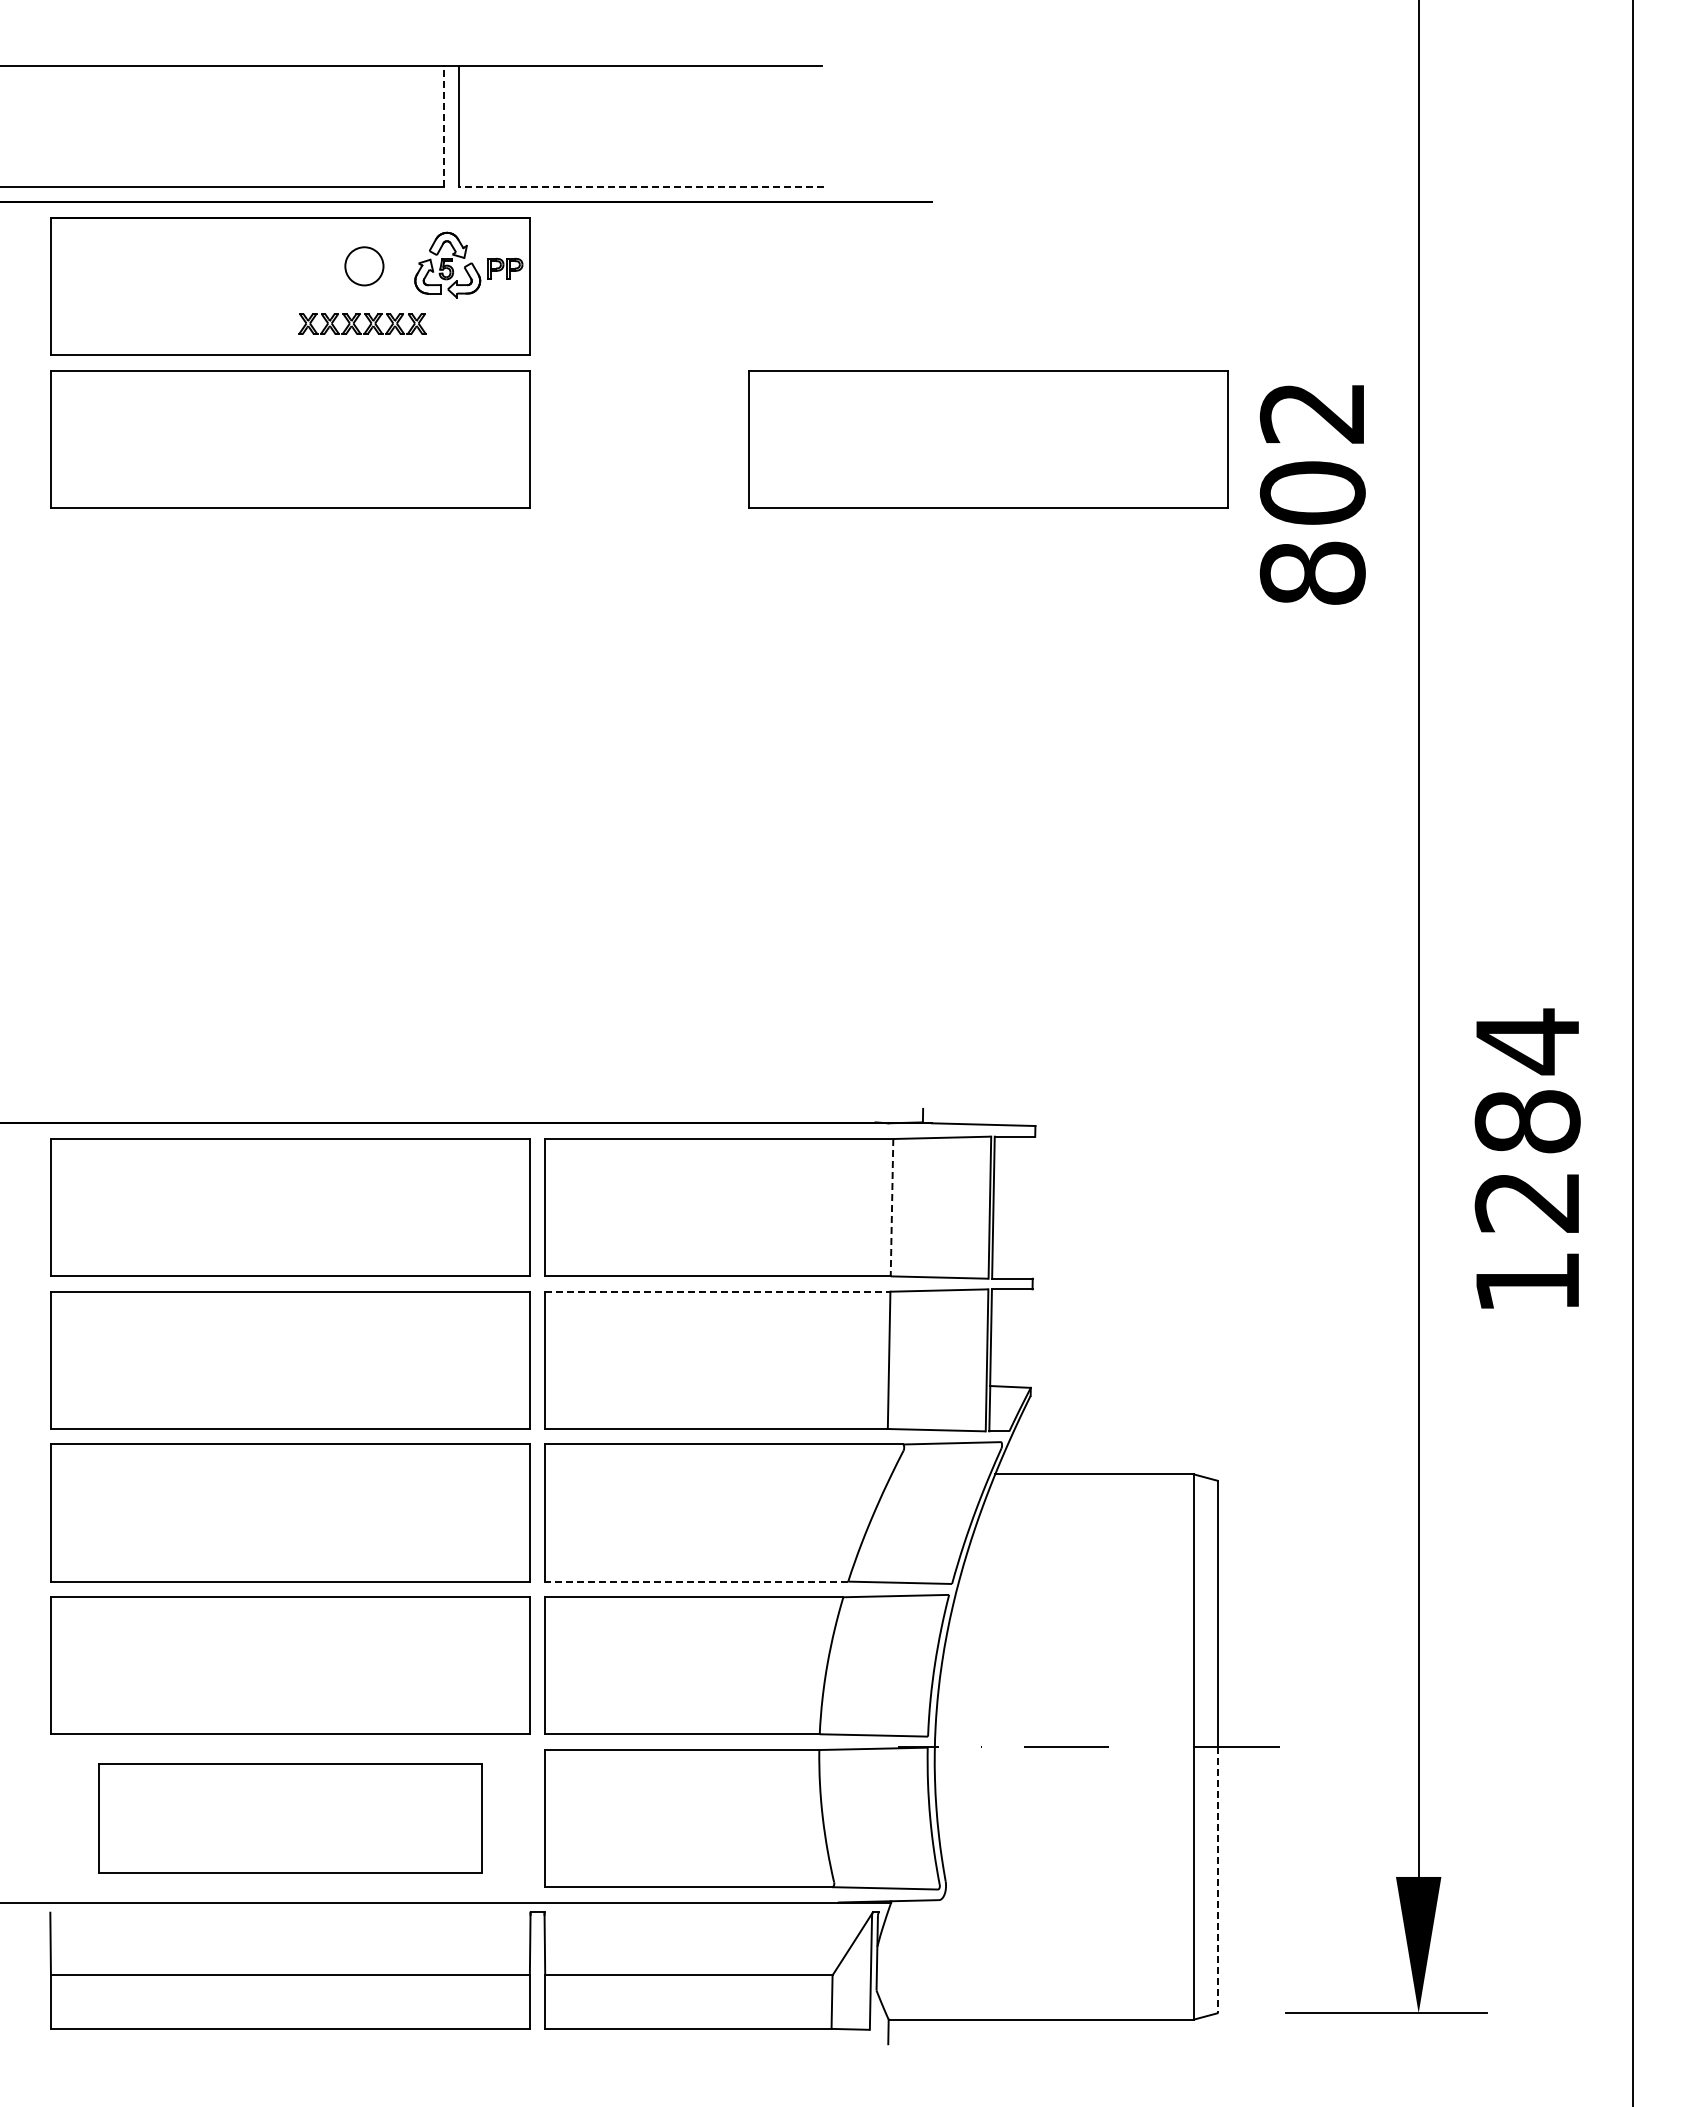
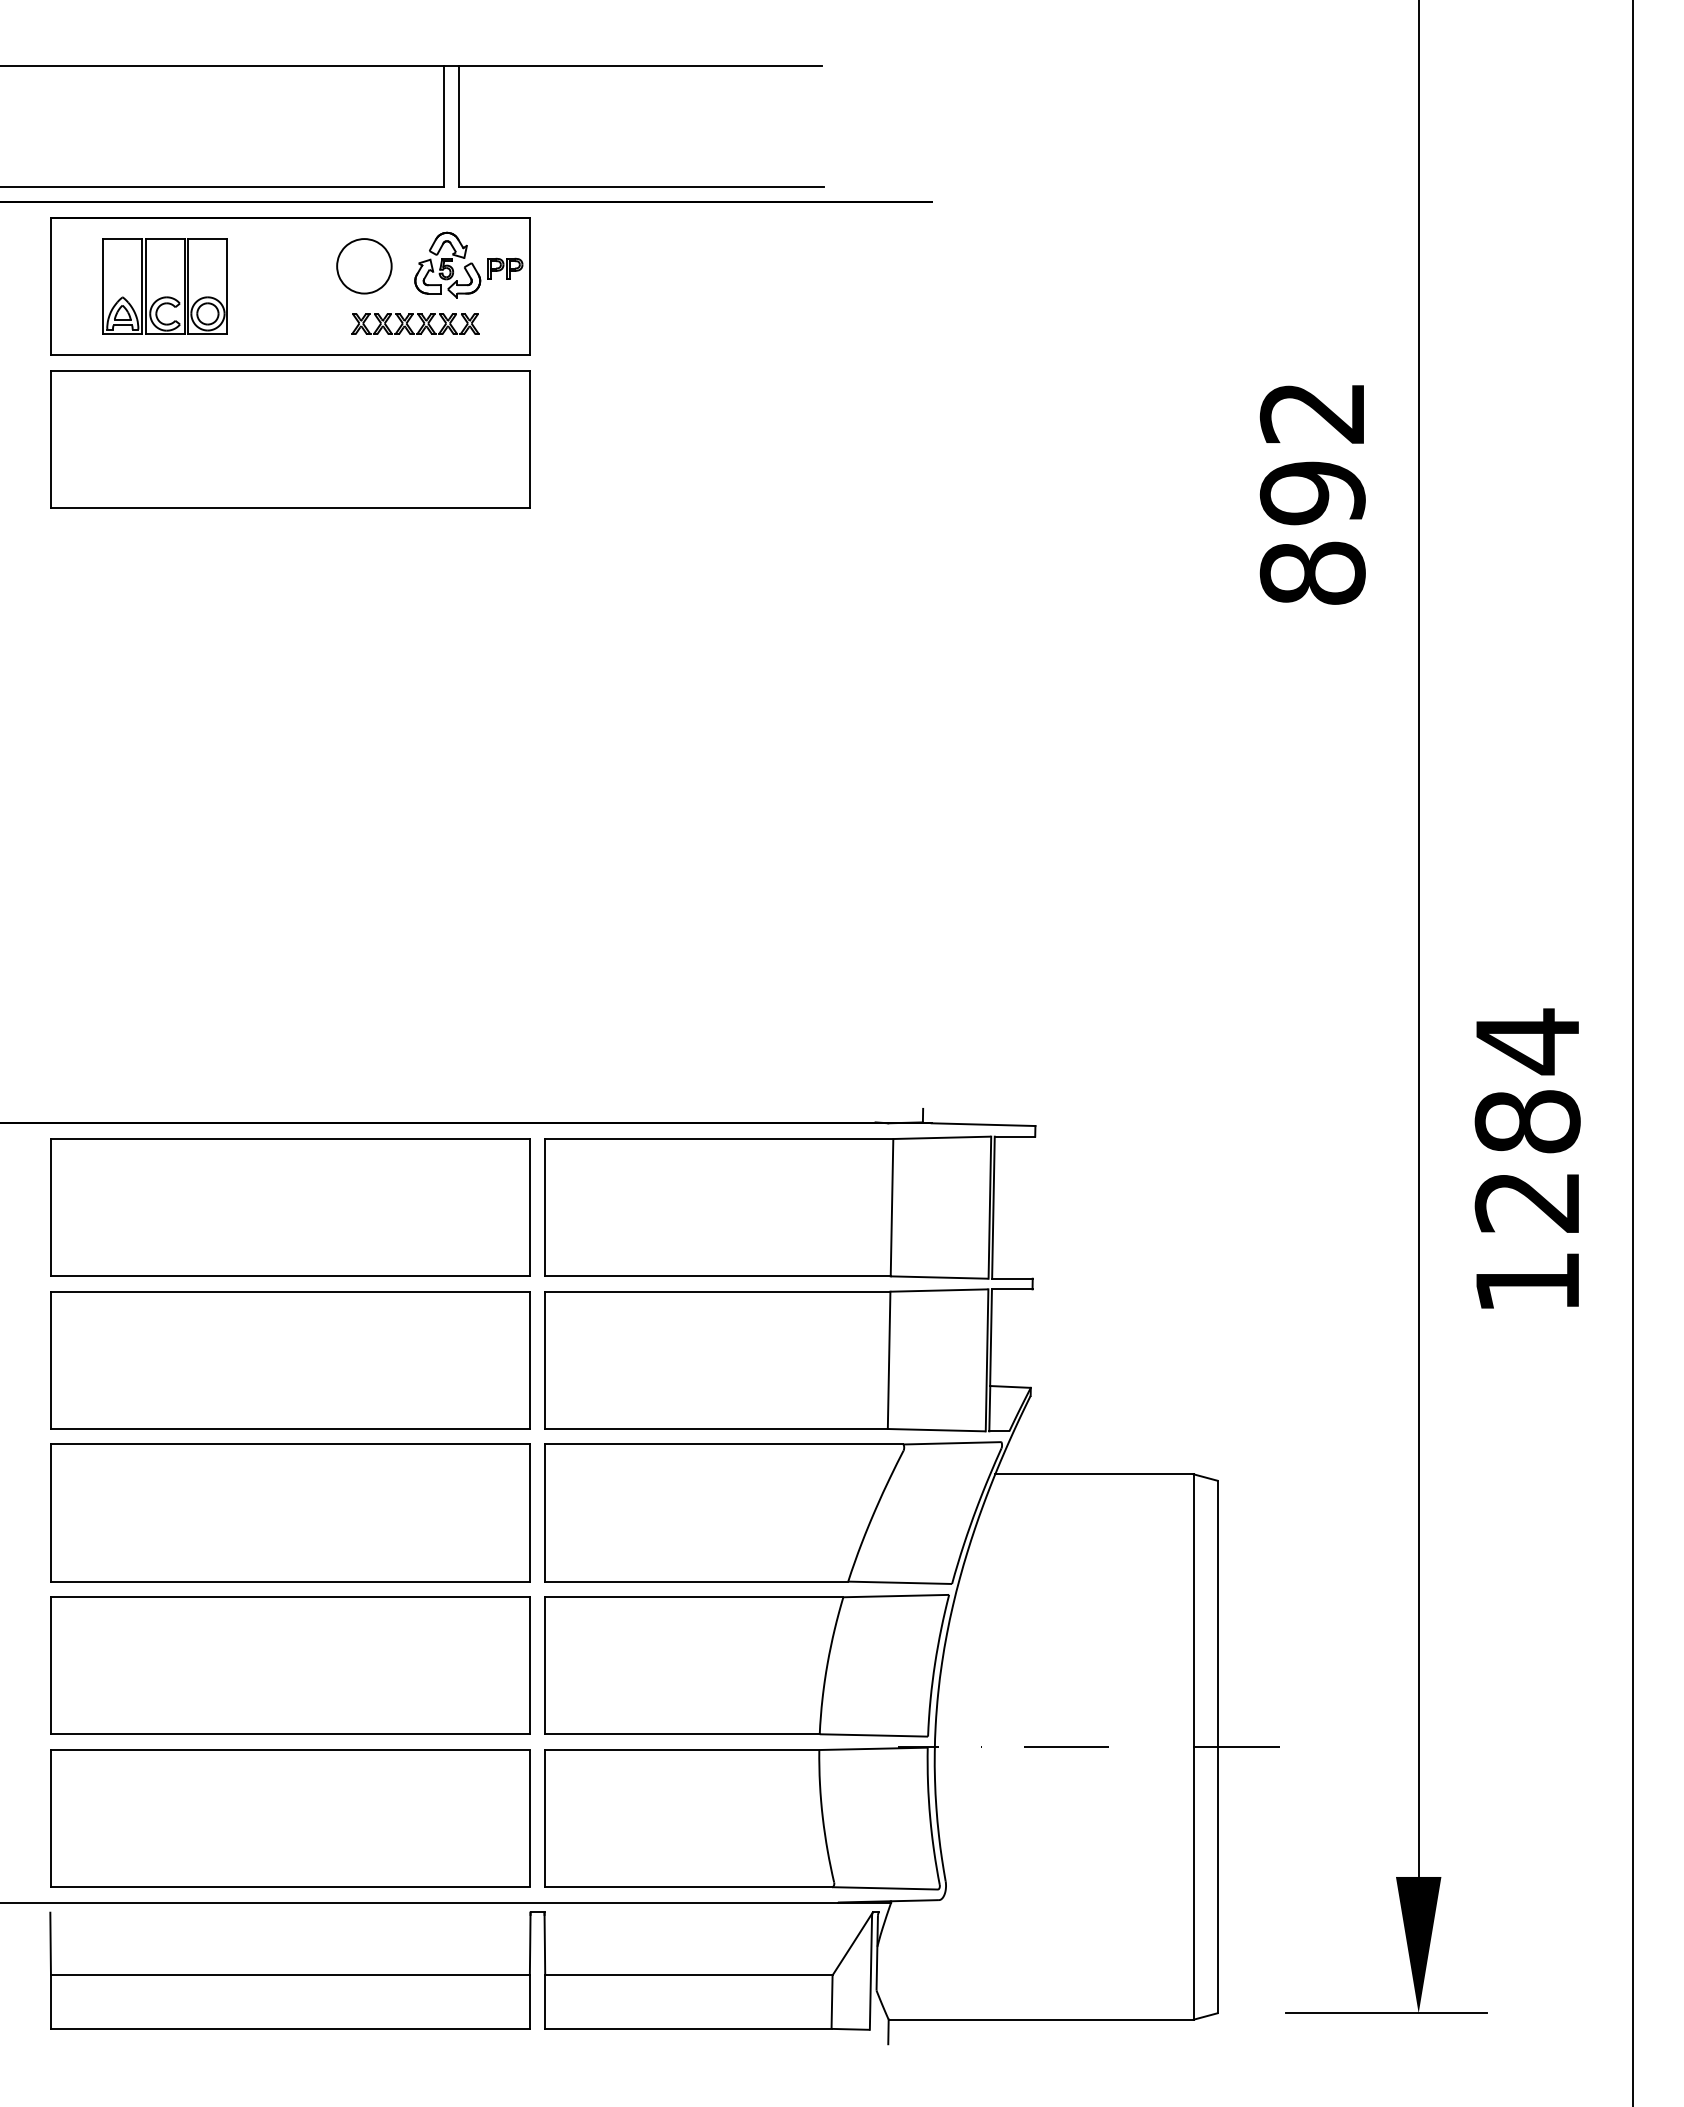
line at (443, 126): dashed -> solid
line at (640, 187): dashed -> solid
part at (364, 266) size: 41x41 px -> 57x57 px
part at (164, 286): none -> present
part at (357, 319) position: (357, 319) -> (410, 319)
part at (988, 439): present -> none
text at (1312, 493): 802 -> 892
line at (892, 1207): dashed -> solid
line at (717, 1291): dashed -> solid
line at (696, 1581): dashed -> solid
part at (290, 1818) size: 385x111 px -> 481x139 px
line at (1217, 1880): dashed -> solid
